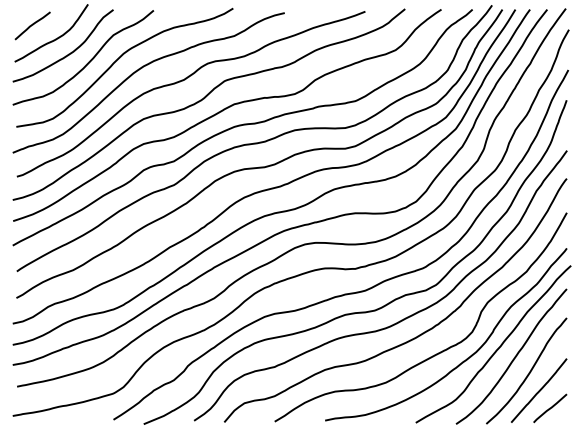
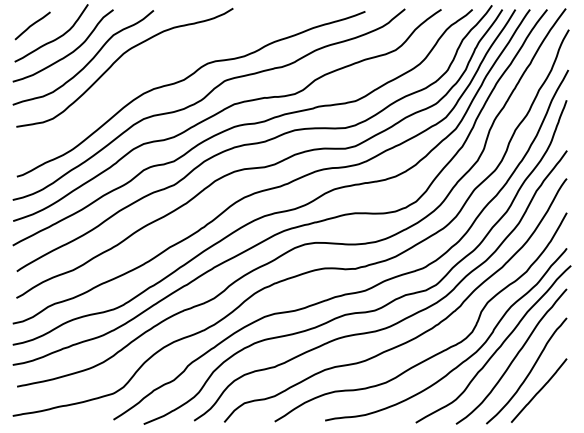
curve at (139, 70): present -> none
line at (550, 408): present -> none
